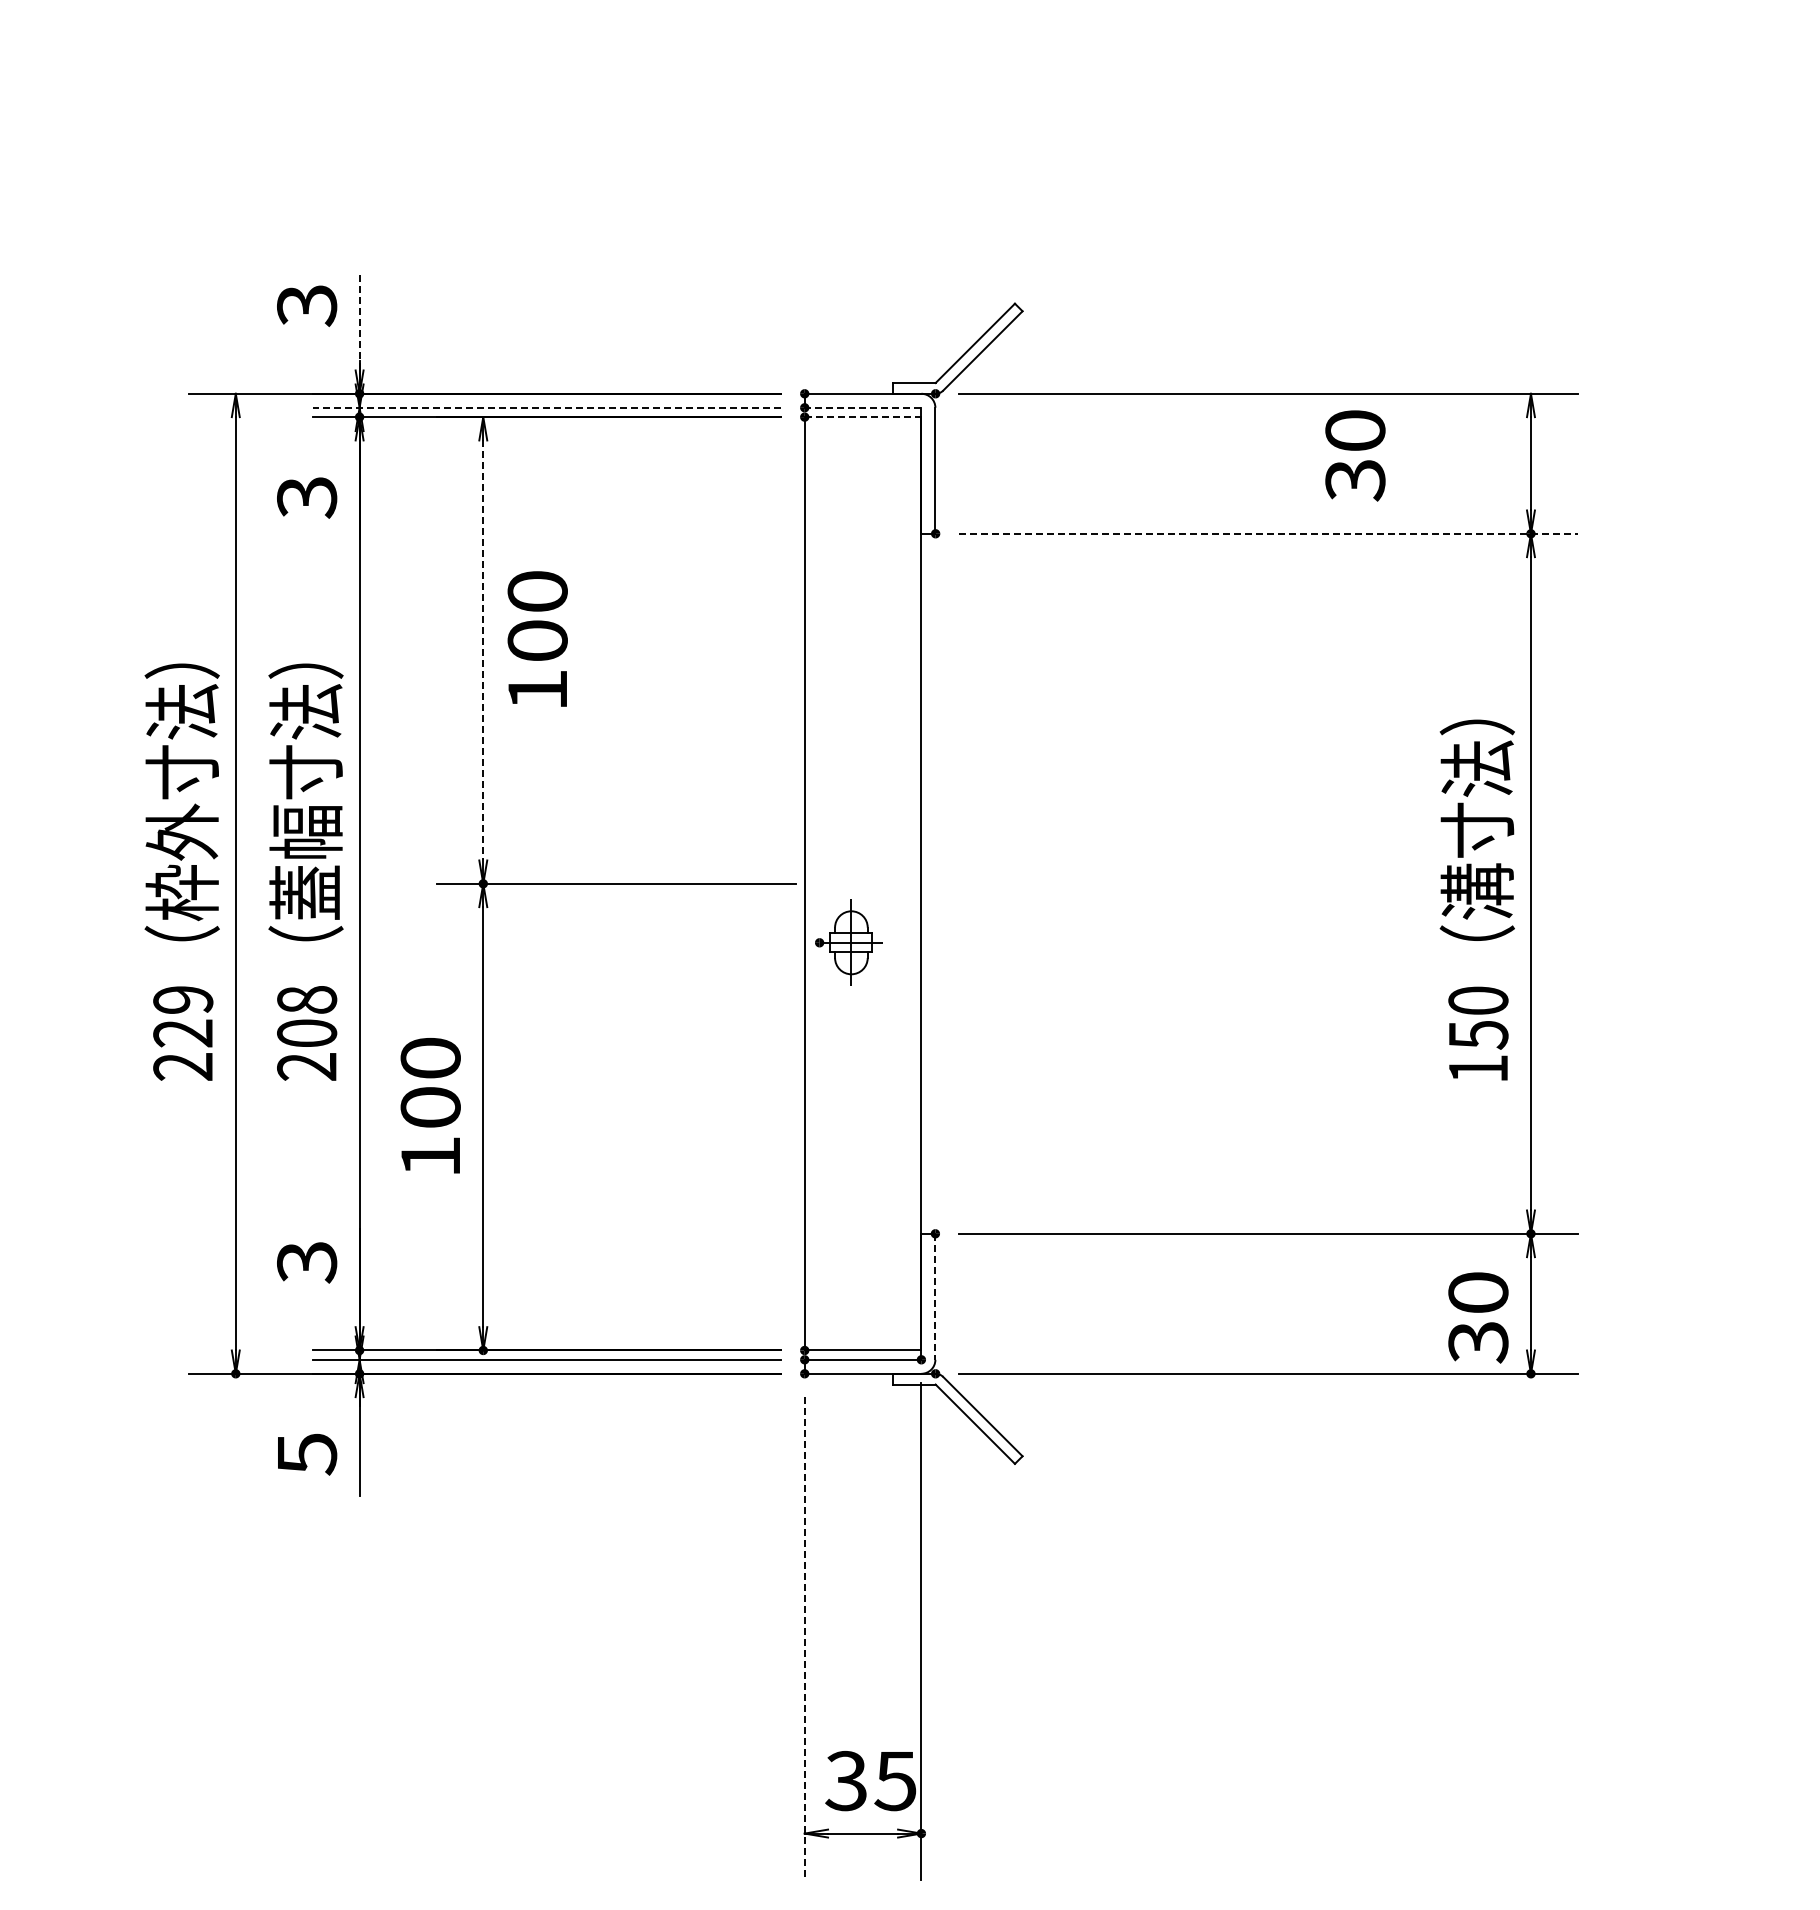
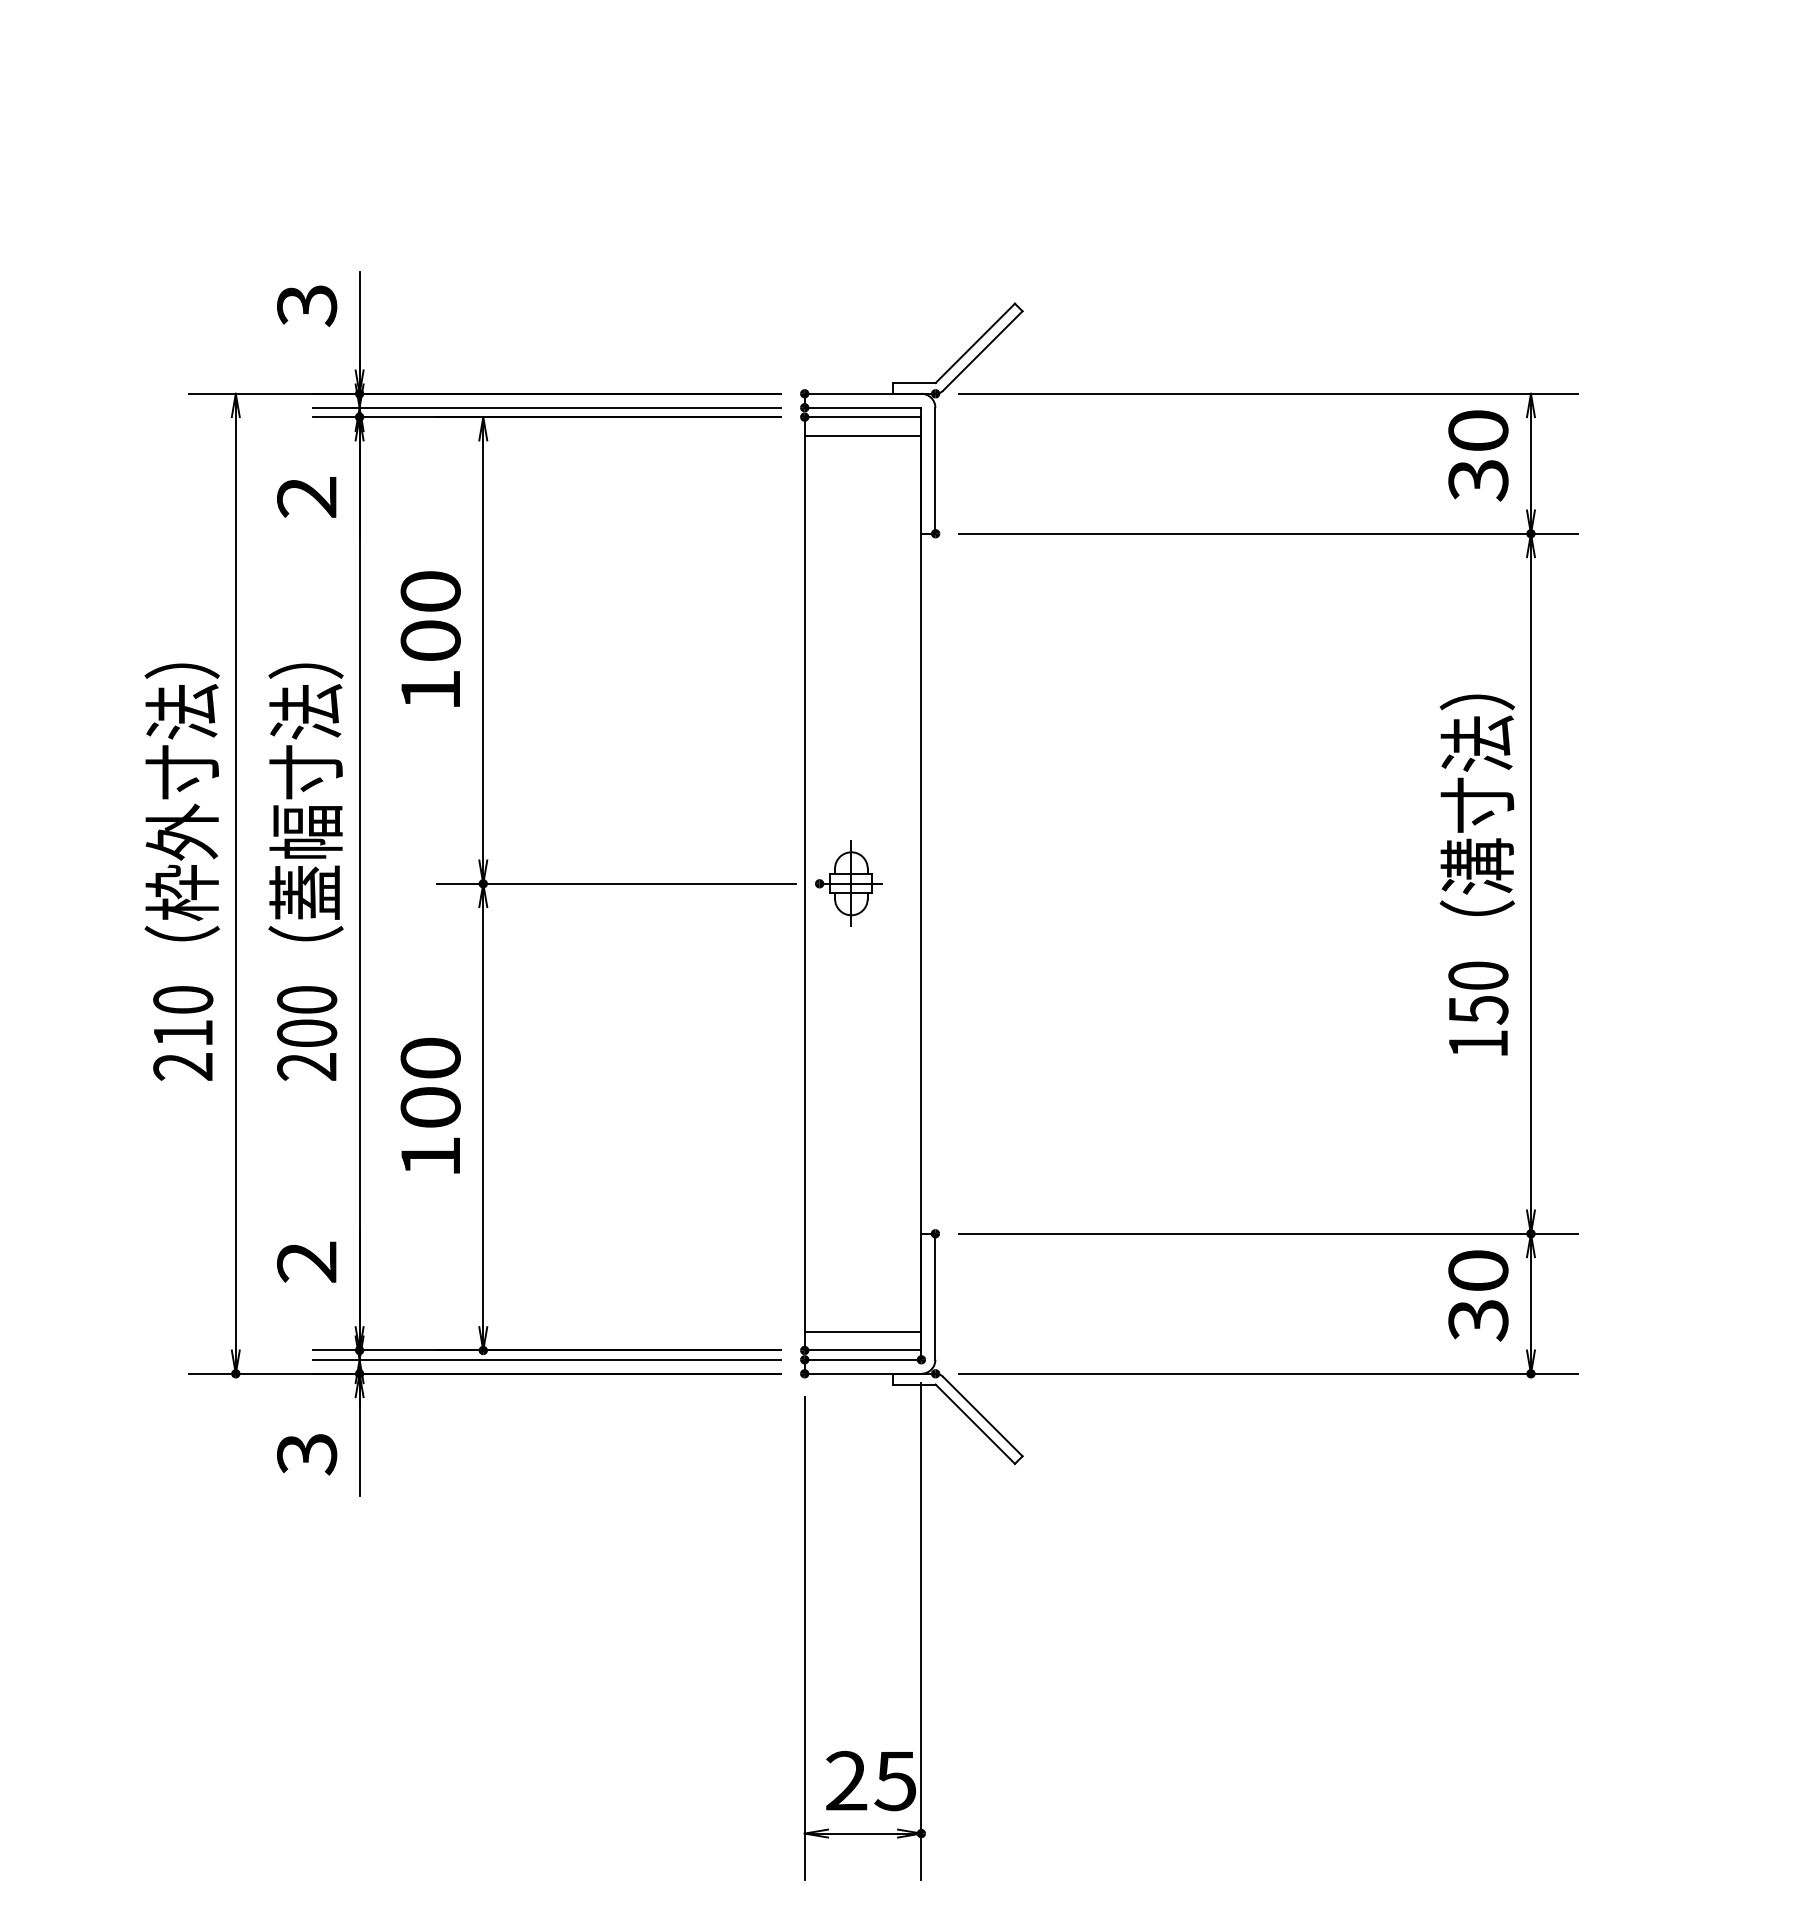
line at (359, 320): dashed -> solid
line at (546, 407): dashed -> solid
line at (862, 407): dashed -> solid
line at (863, 417): dashed -> solid
line at (862, 435): none -> present
text at (1355, 455) position: (1355, 455) -> (1478, 455)
text at (307, 497): 3 -> 2
line at (1268, 533): dashed -> solid
text at (537, 638) position: (537, 638) -> (430, 638)
line at (483, 650): dashed -> solid
text at (1476, 899) position: (1476, 899) -> (1476, 874)
part at (848, 942) position: (848, 942) -> (848, 883)
text at (306, 999): 208 -> 200
text at (183, 1016): 229 -> 210
text at (307, 1262): 3 -> 2
line at (935, 1297): dashed -> solid
text at (1478, 1317) position: (1478, 1317) -> (1478, 1295)
line at (862, 1331): none -> present
text at (306, 1454): 5 -> 3
line at (804, 1638): dashed -> solid
text at (846, 1781): 35 -> 25
